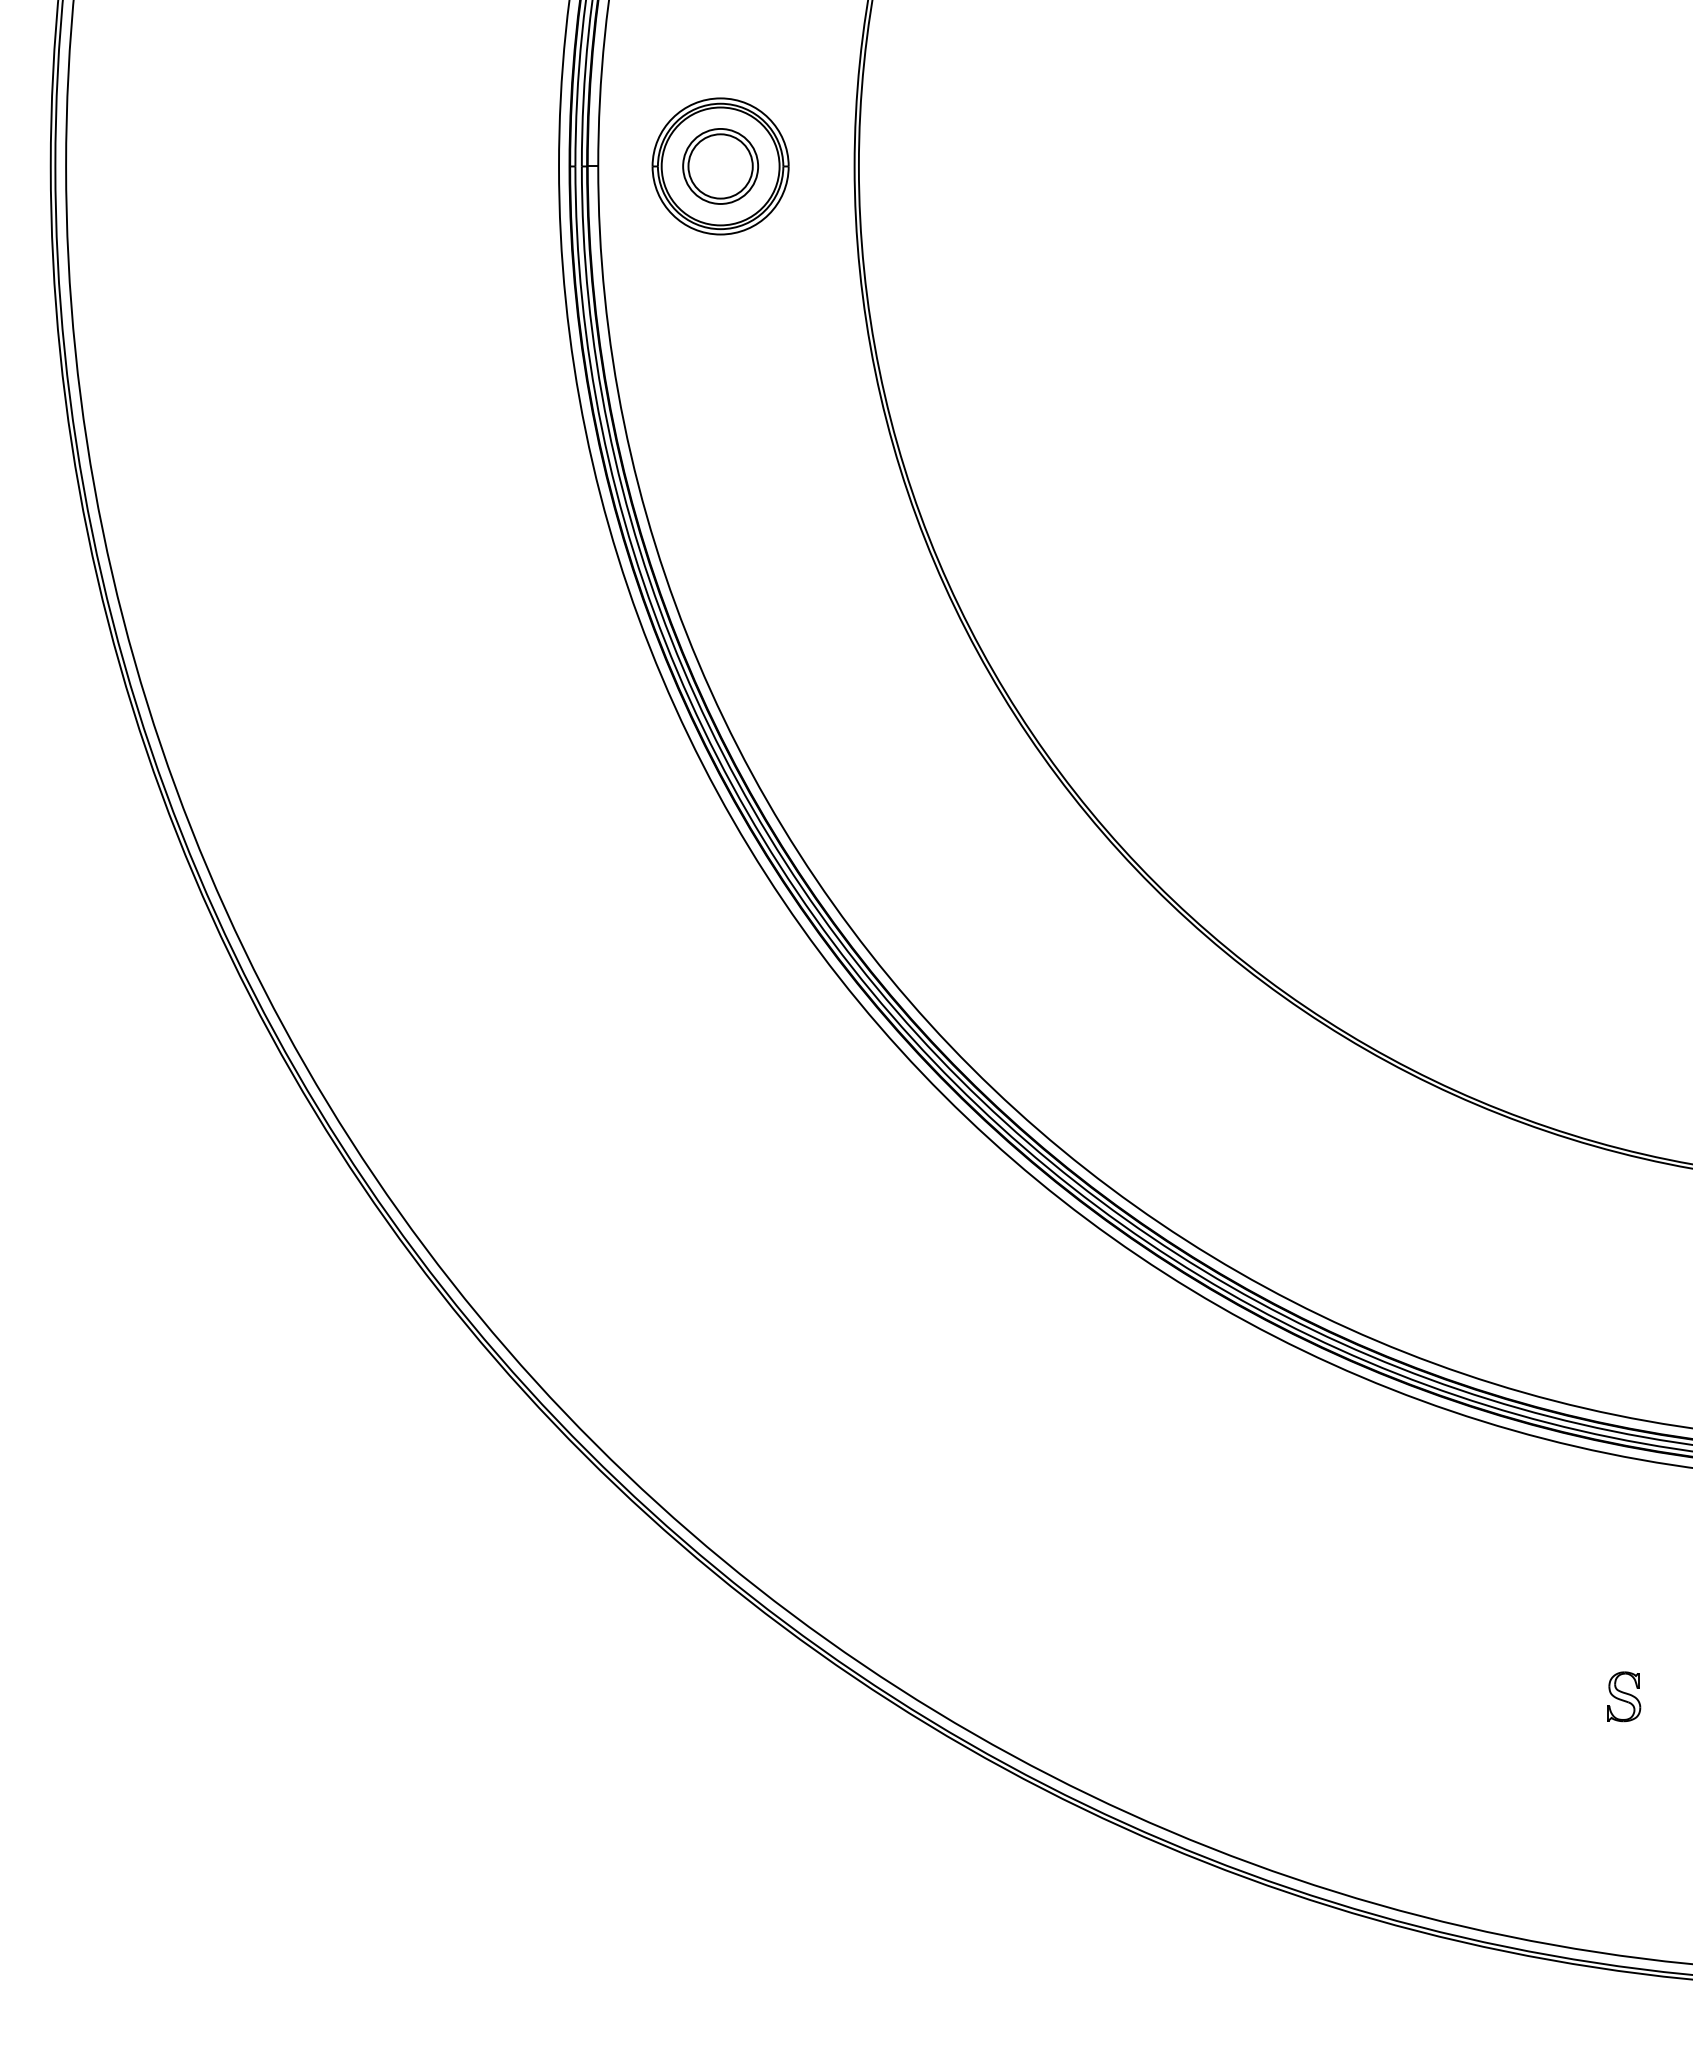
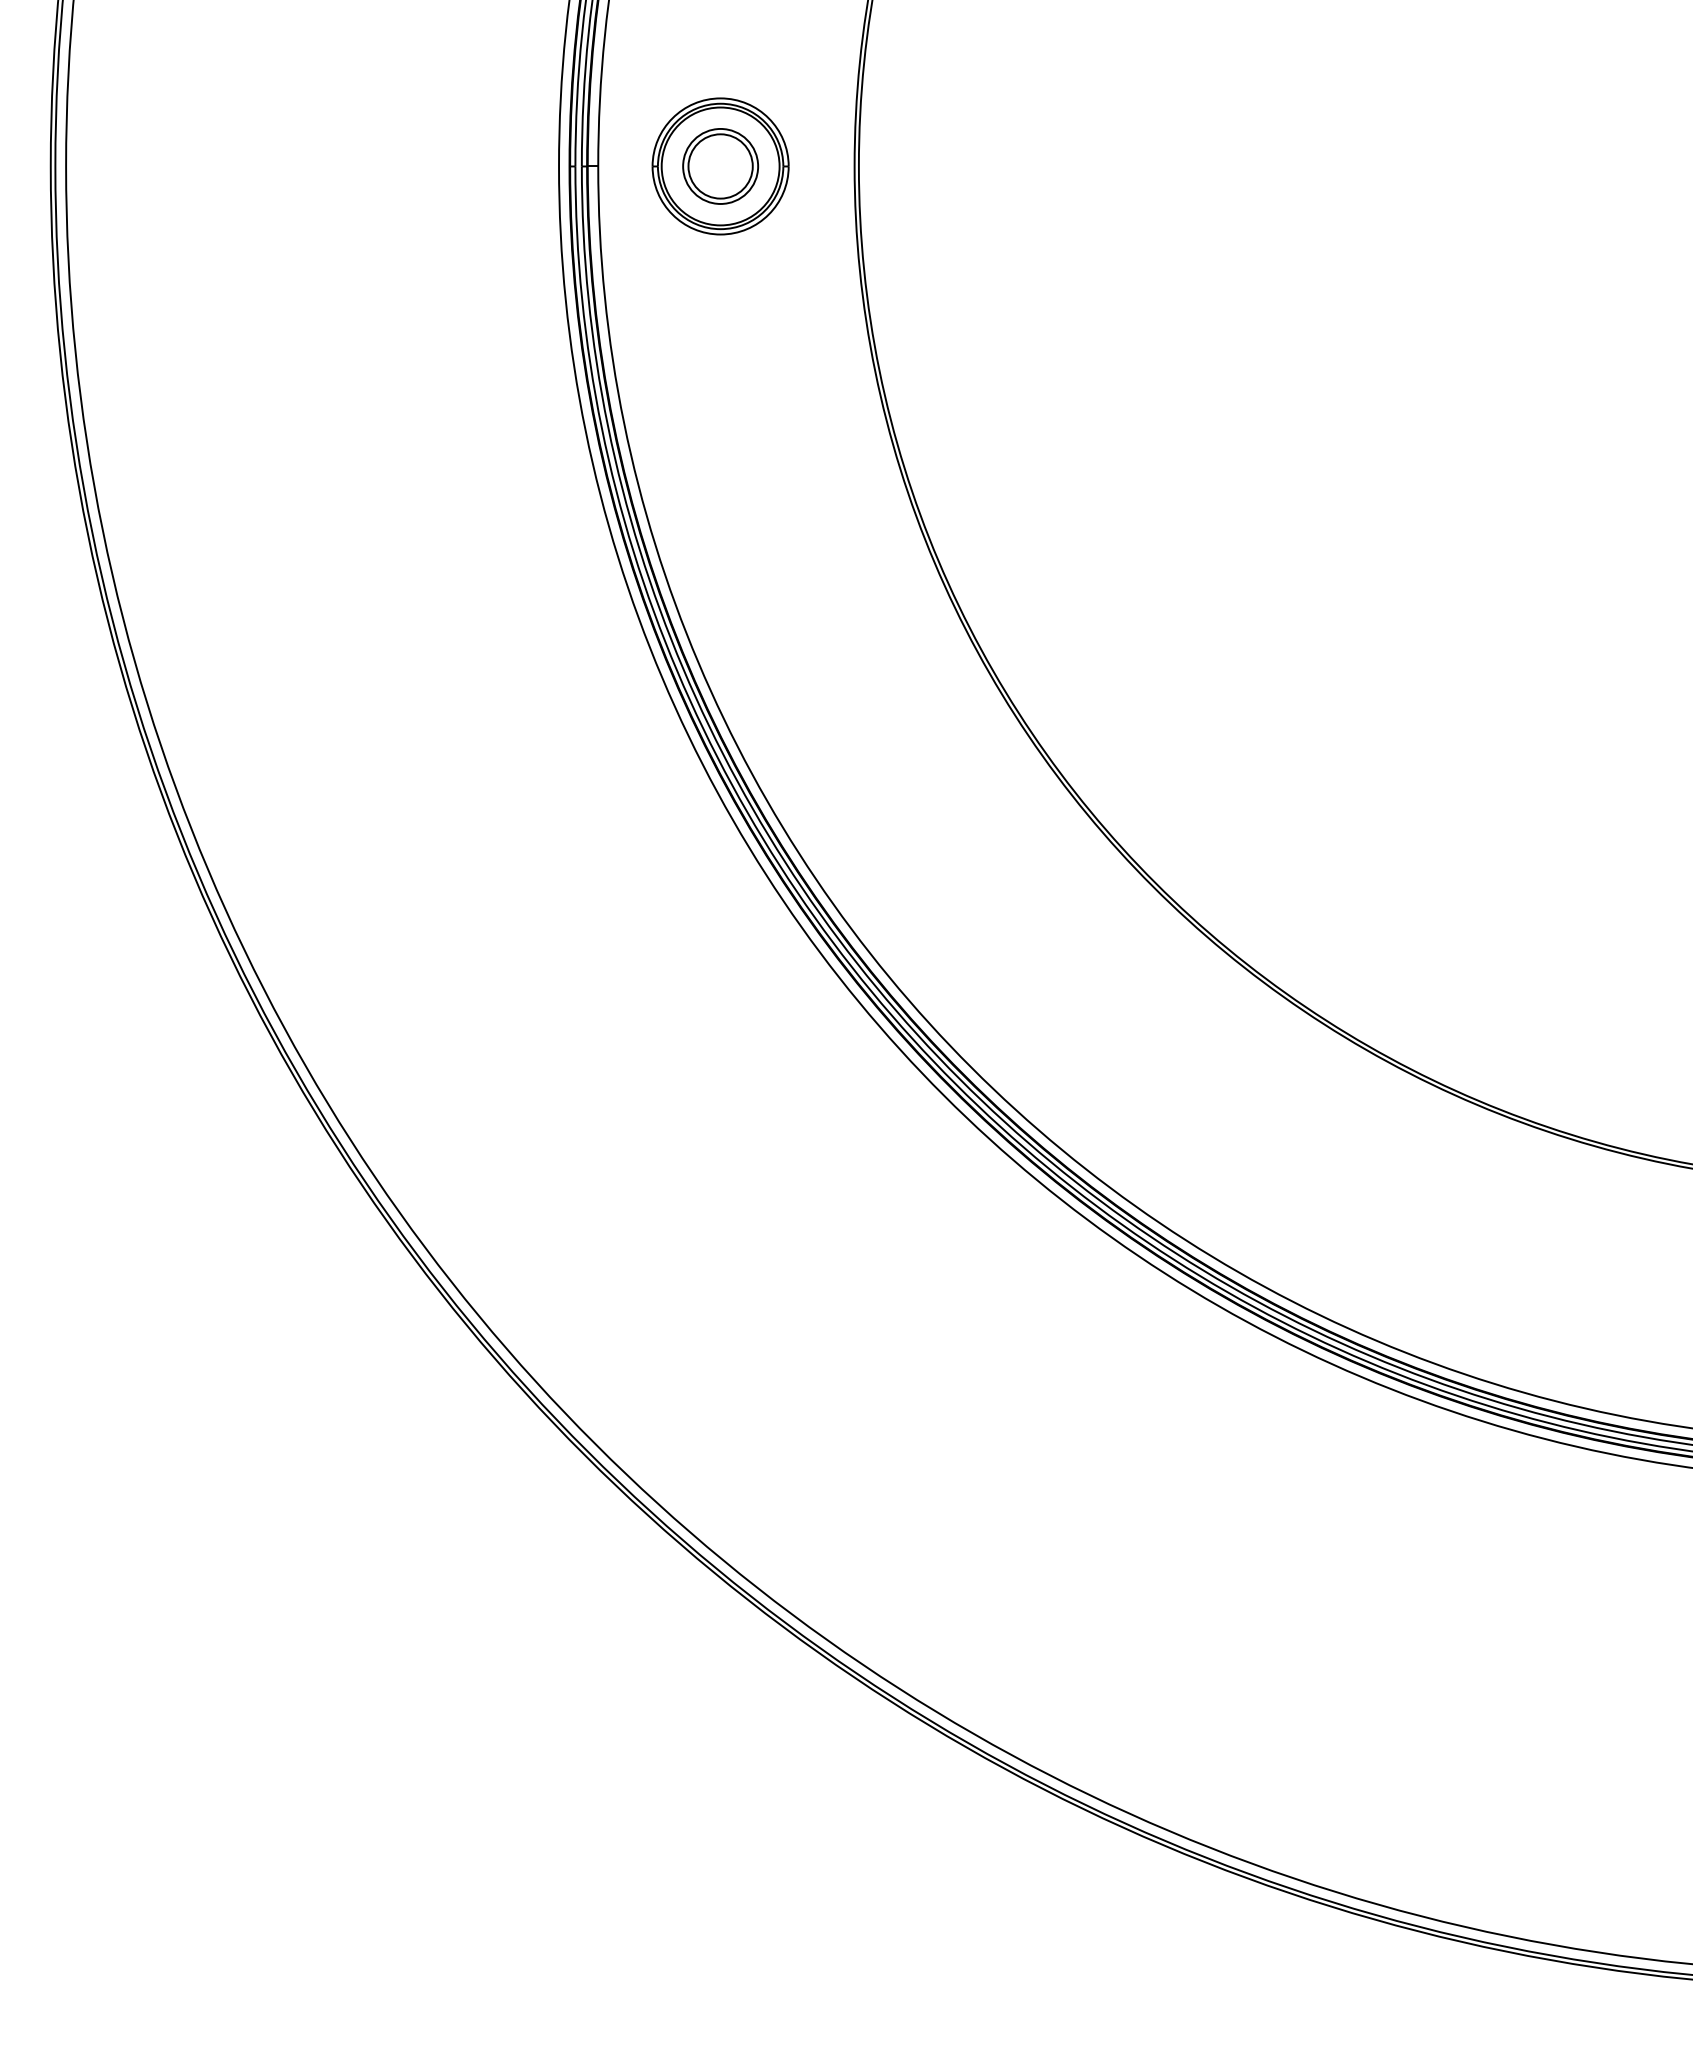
part at (1624, 1696): present -> none
